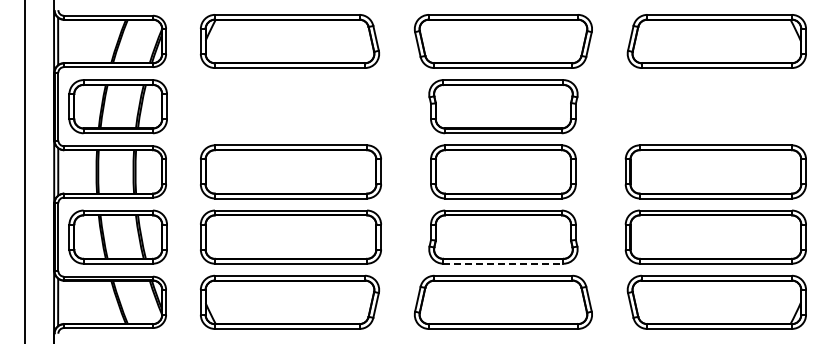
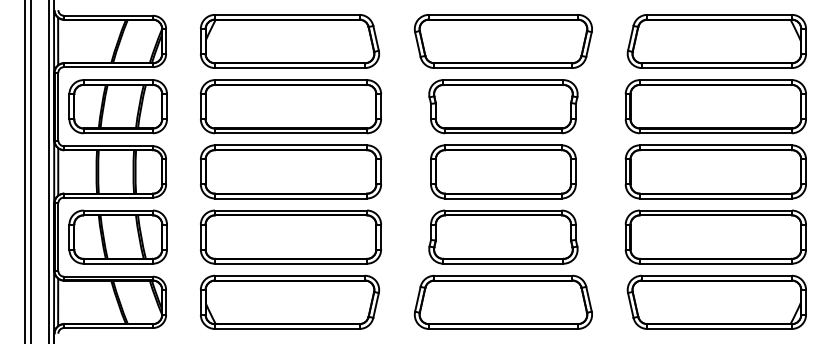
part at (290, 106): none -> present
part at (715, 106): none -> present
line at (30, 171): none -> present
line at (49, 171): none -> present
line at (503, 263): dashed -> solid
